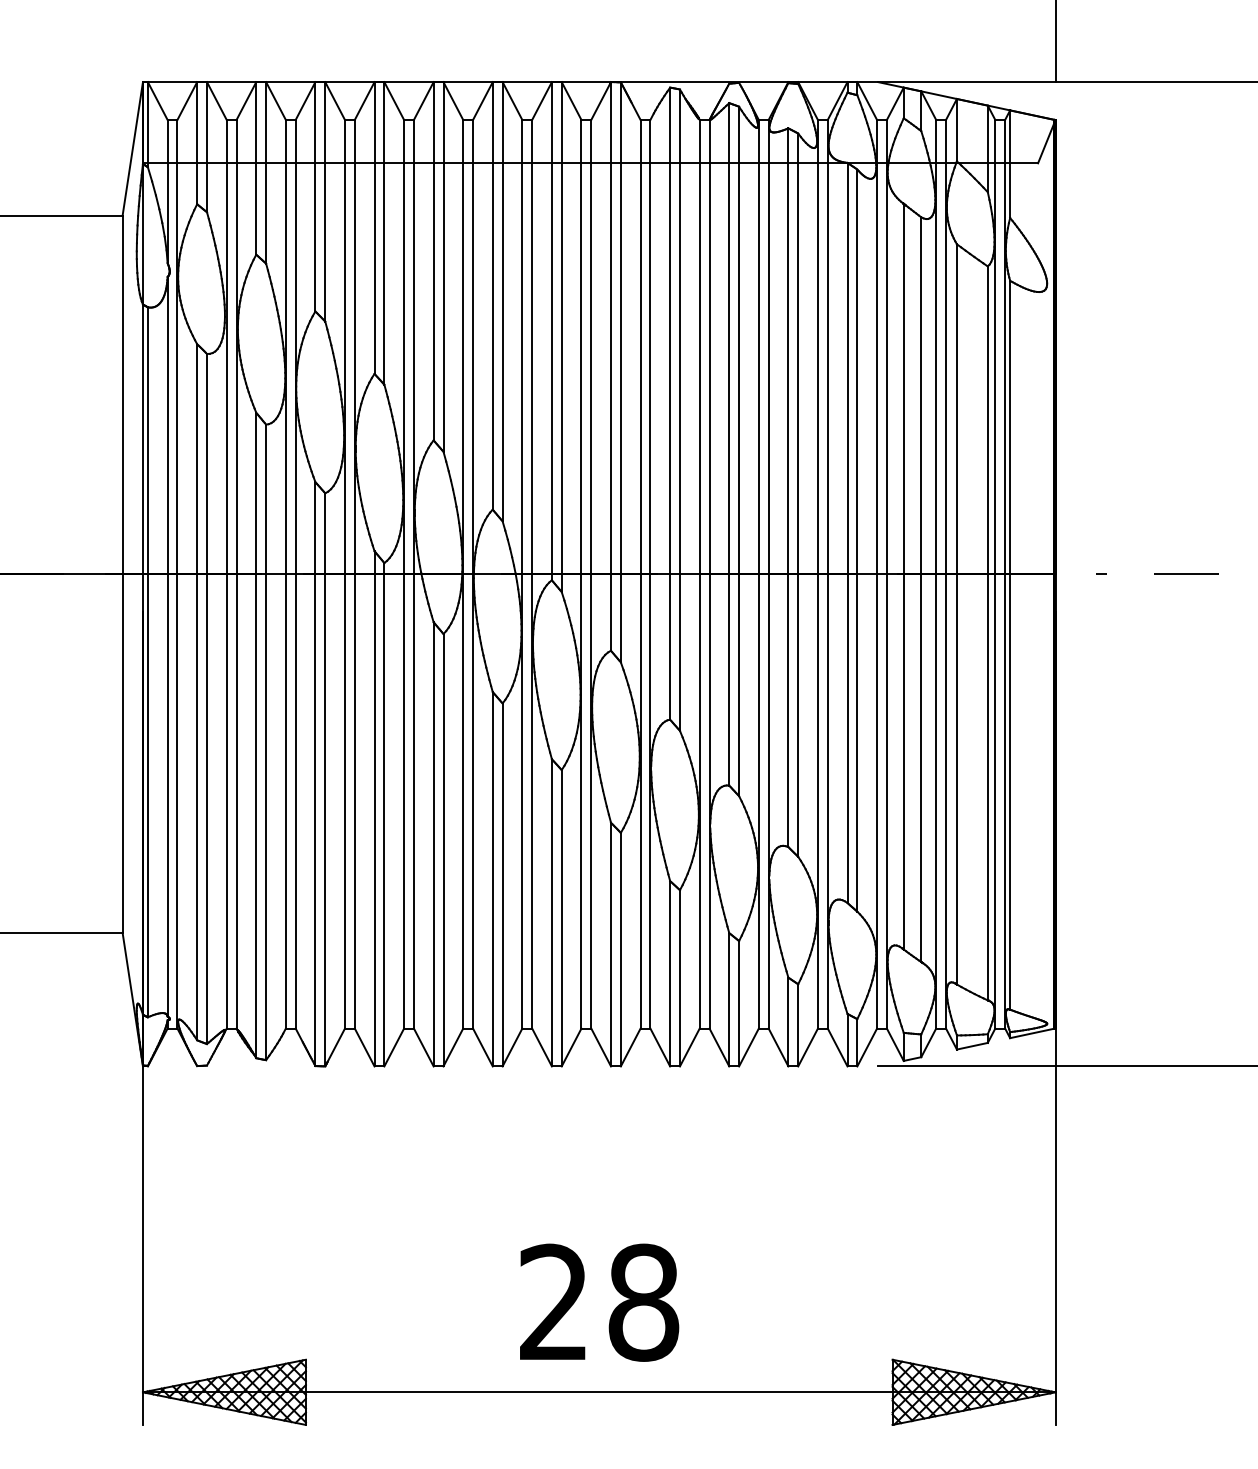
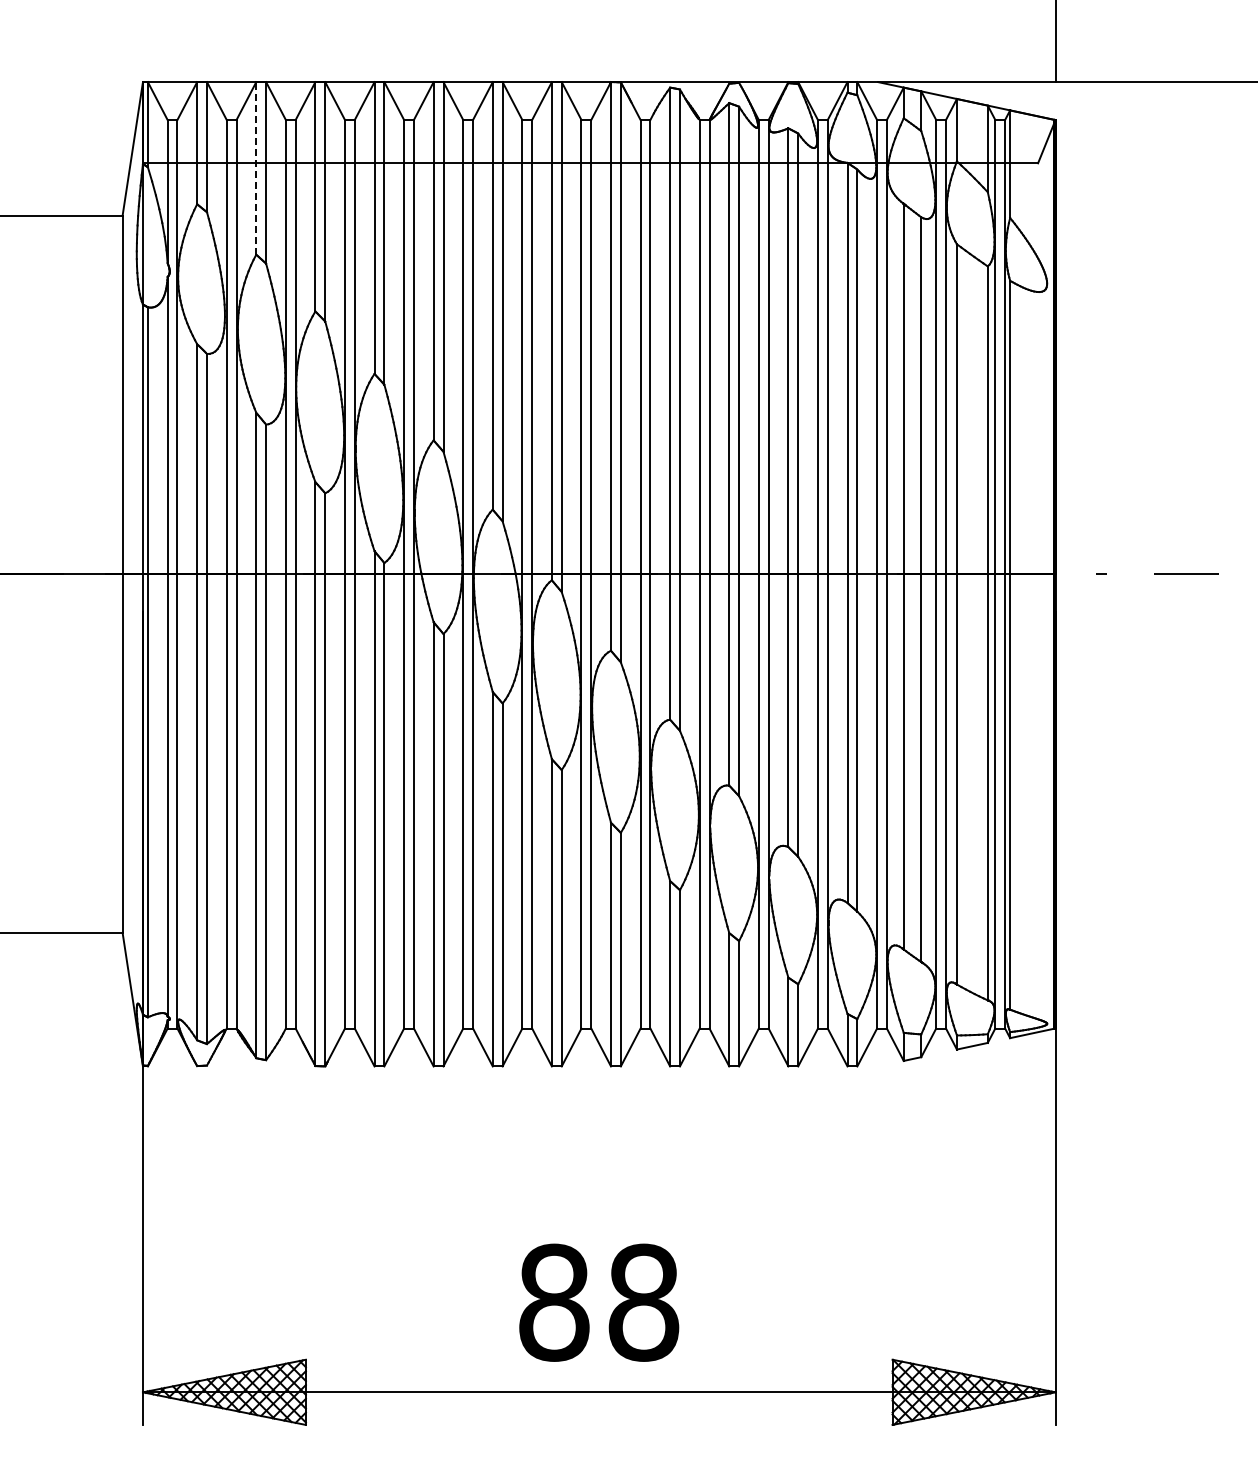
line at (256, 167): solid -> dashed
line at (1066, 1066): present -> none
text at (554, 1302): 28 -> 88
